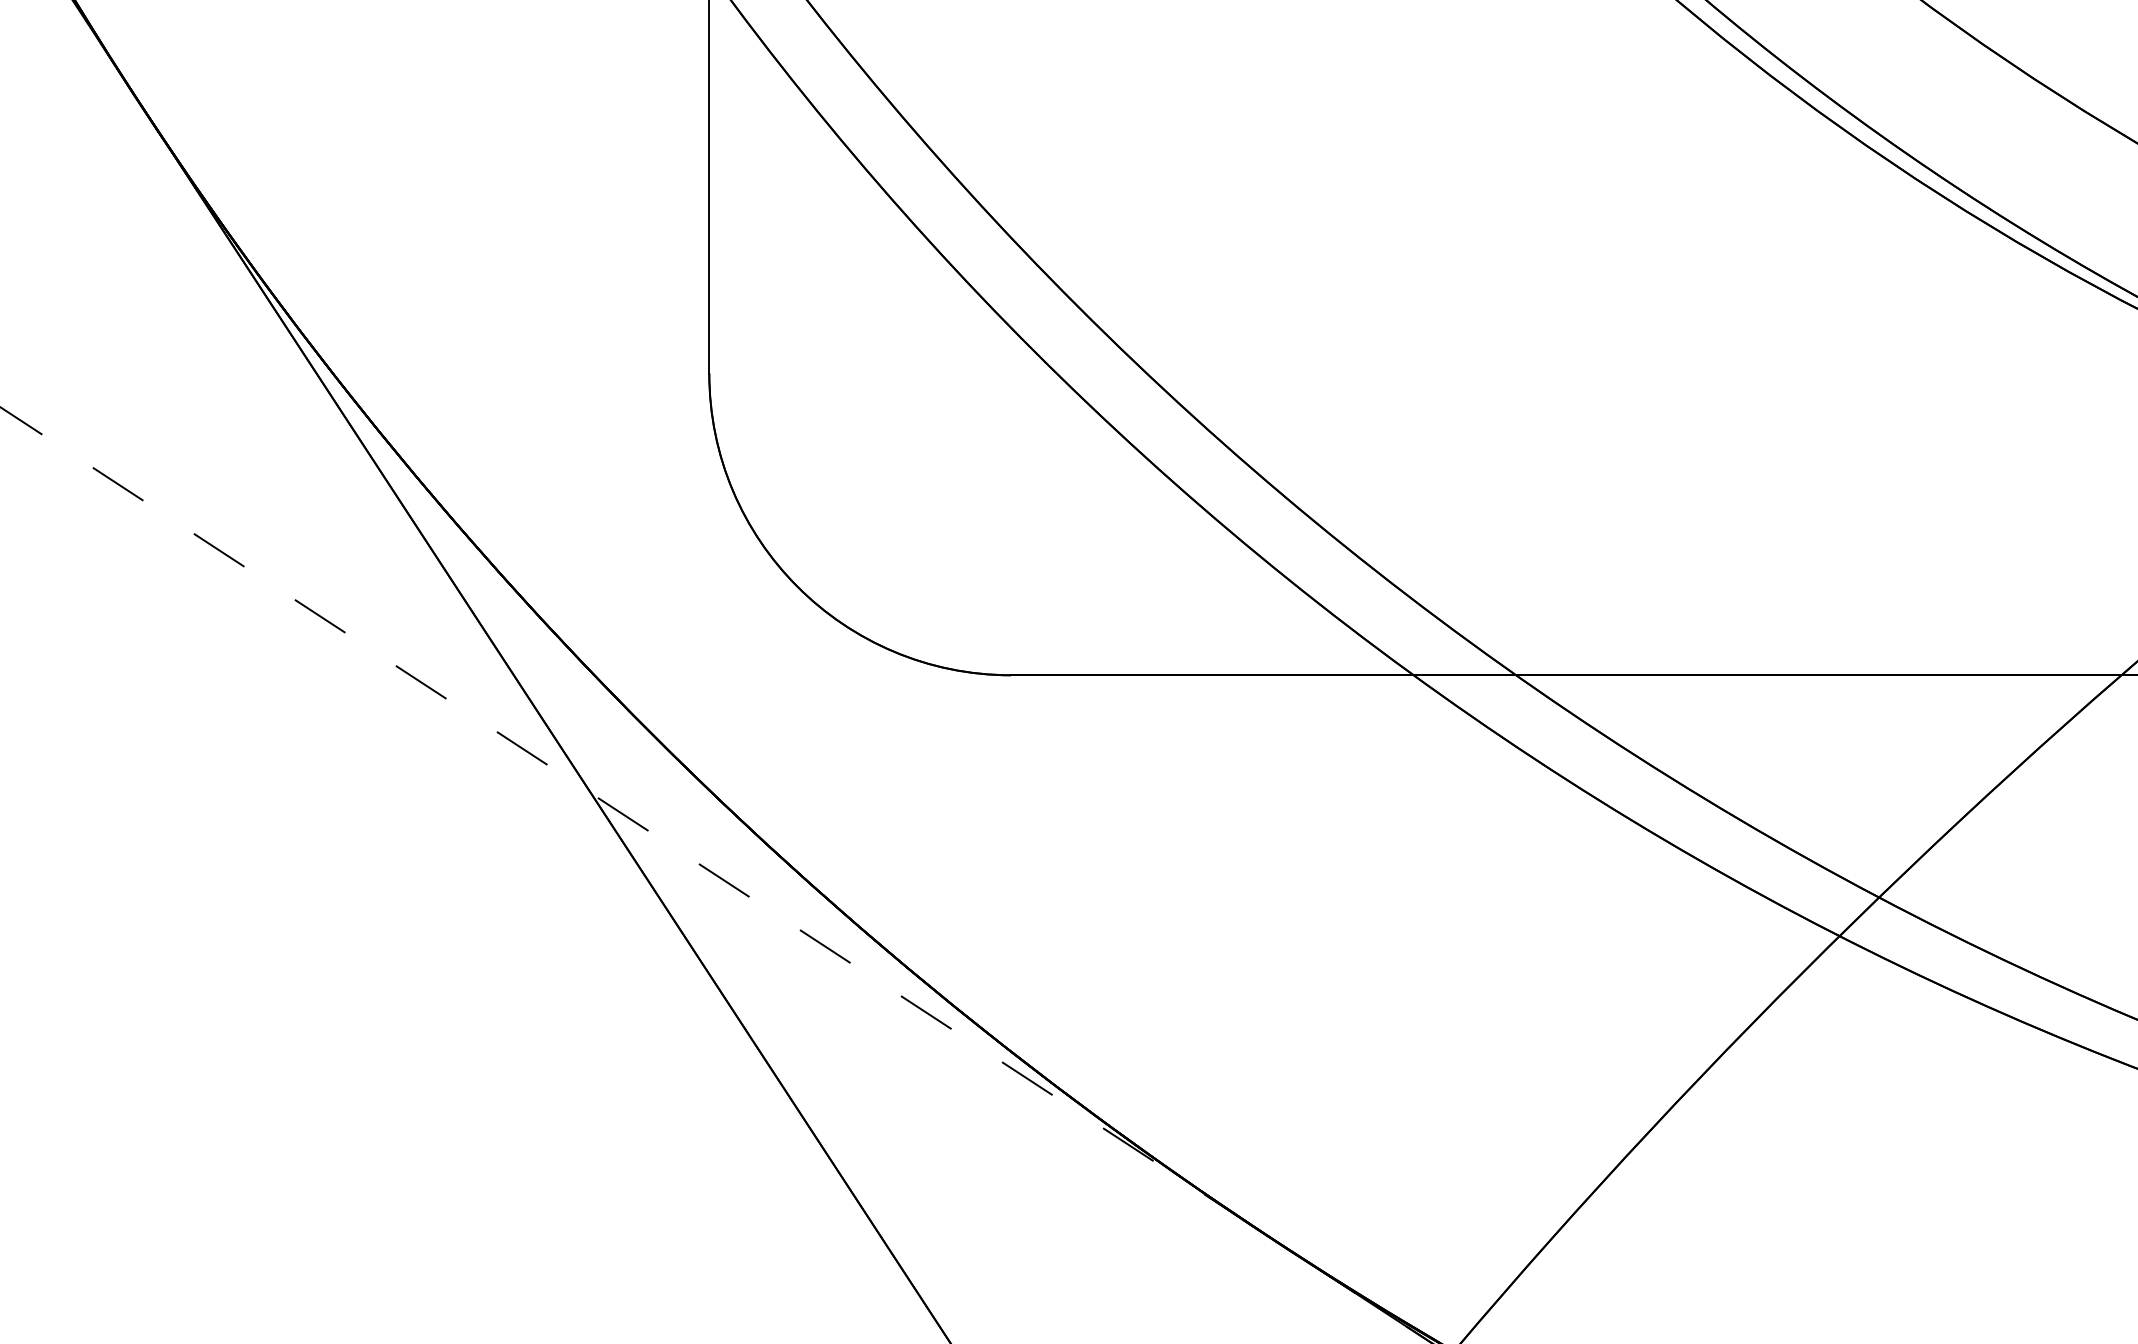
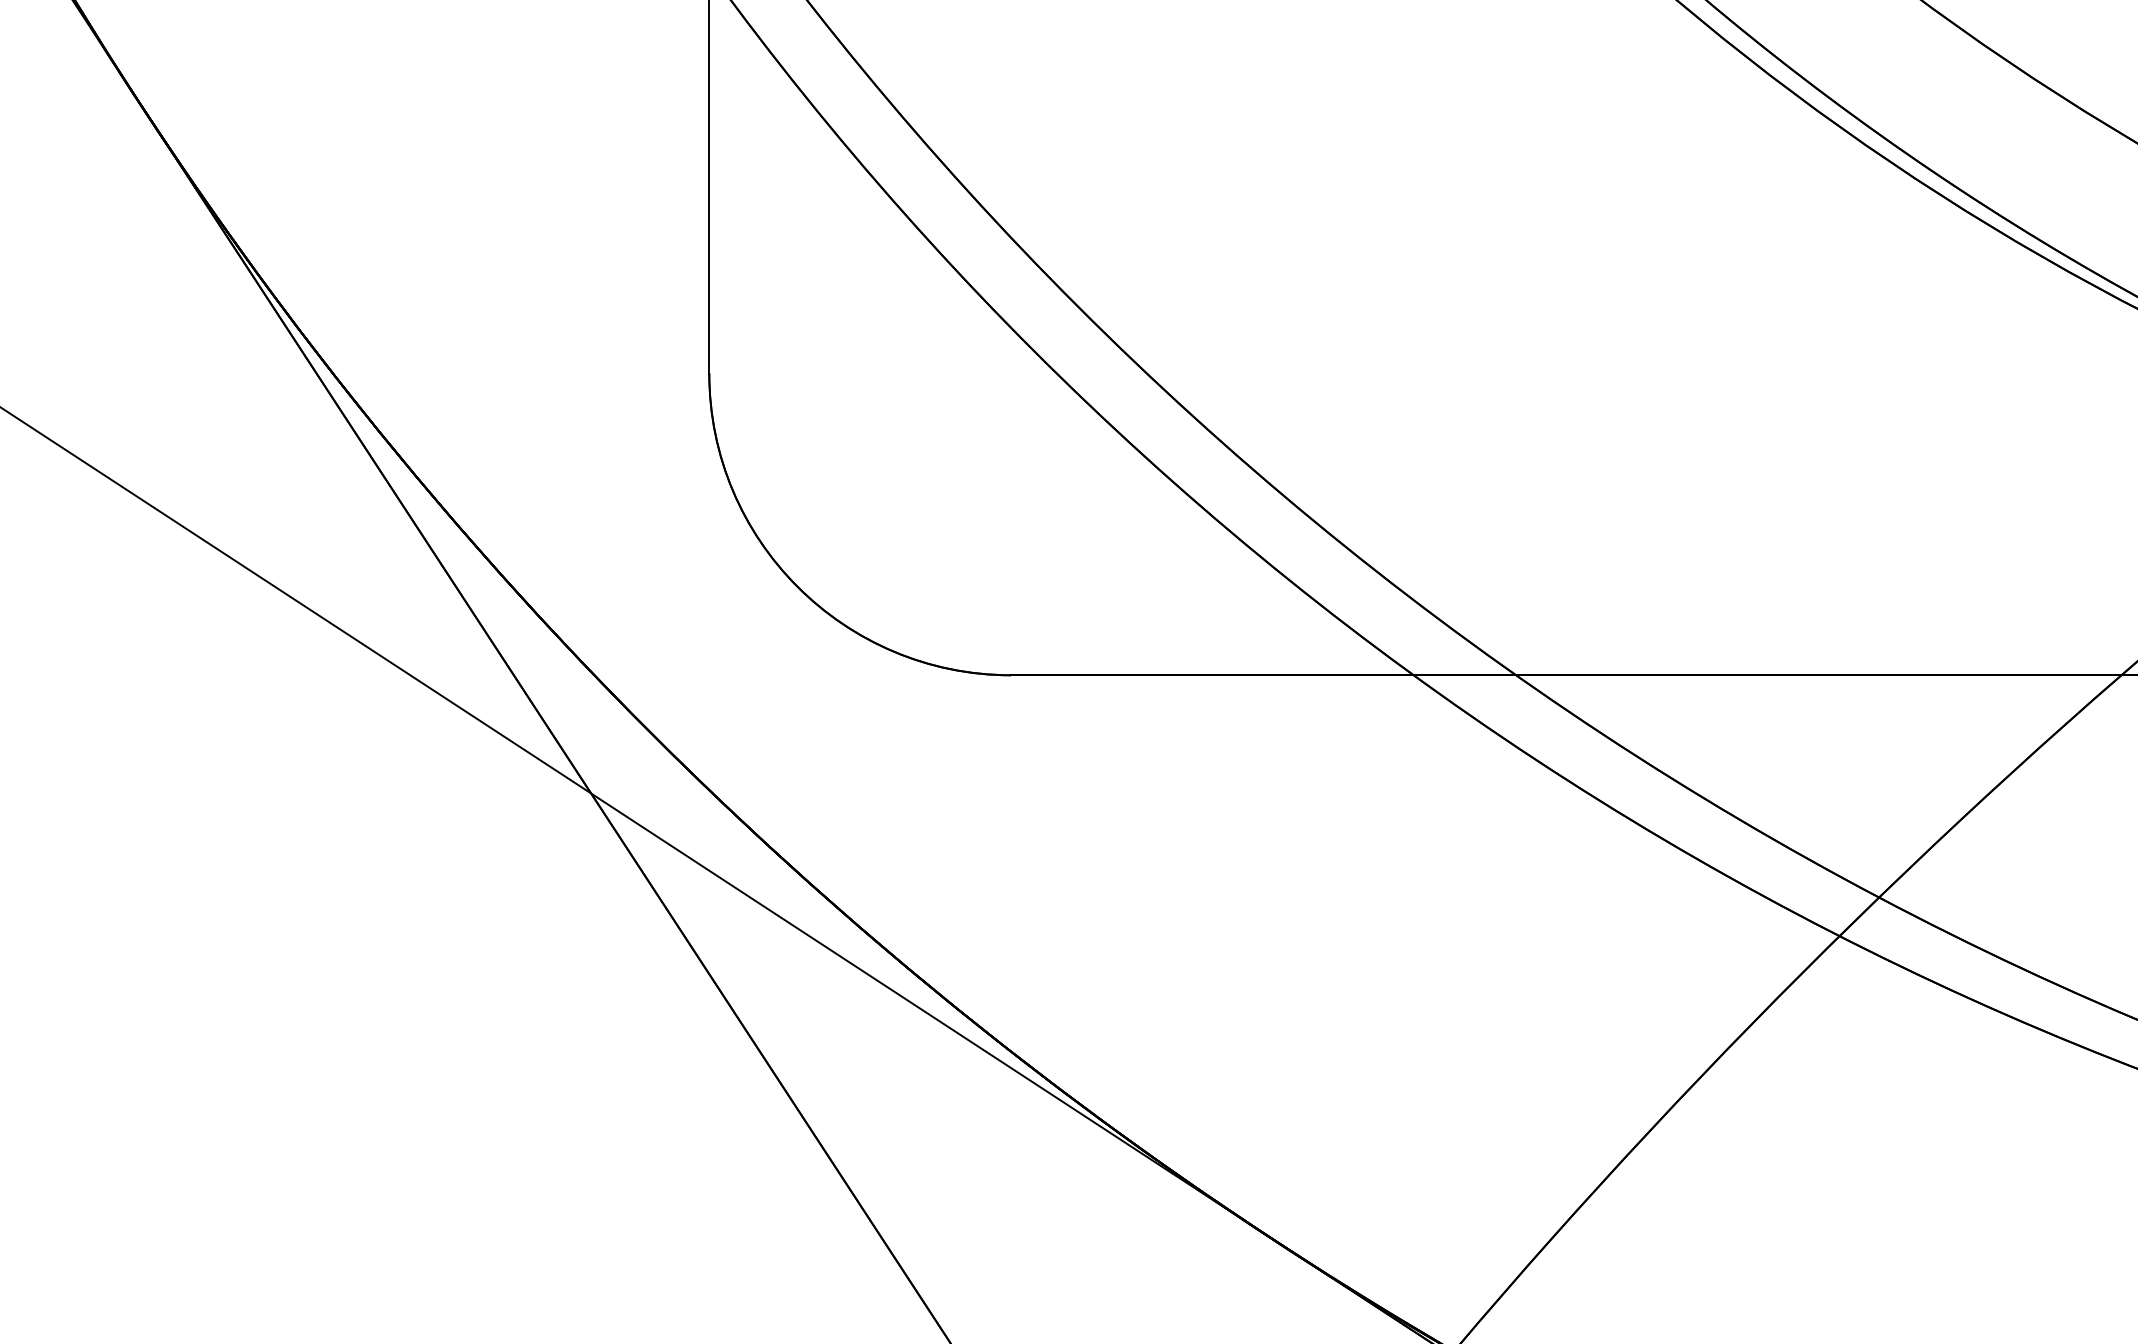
line at (716, 875): dashed -> solid
